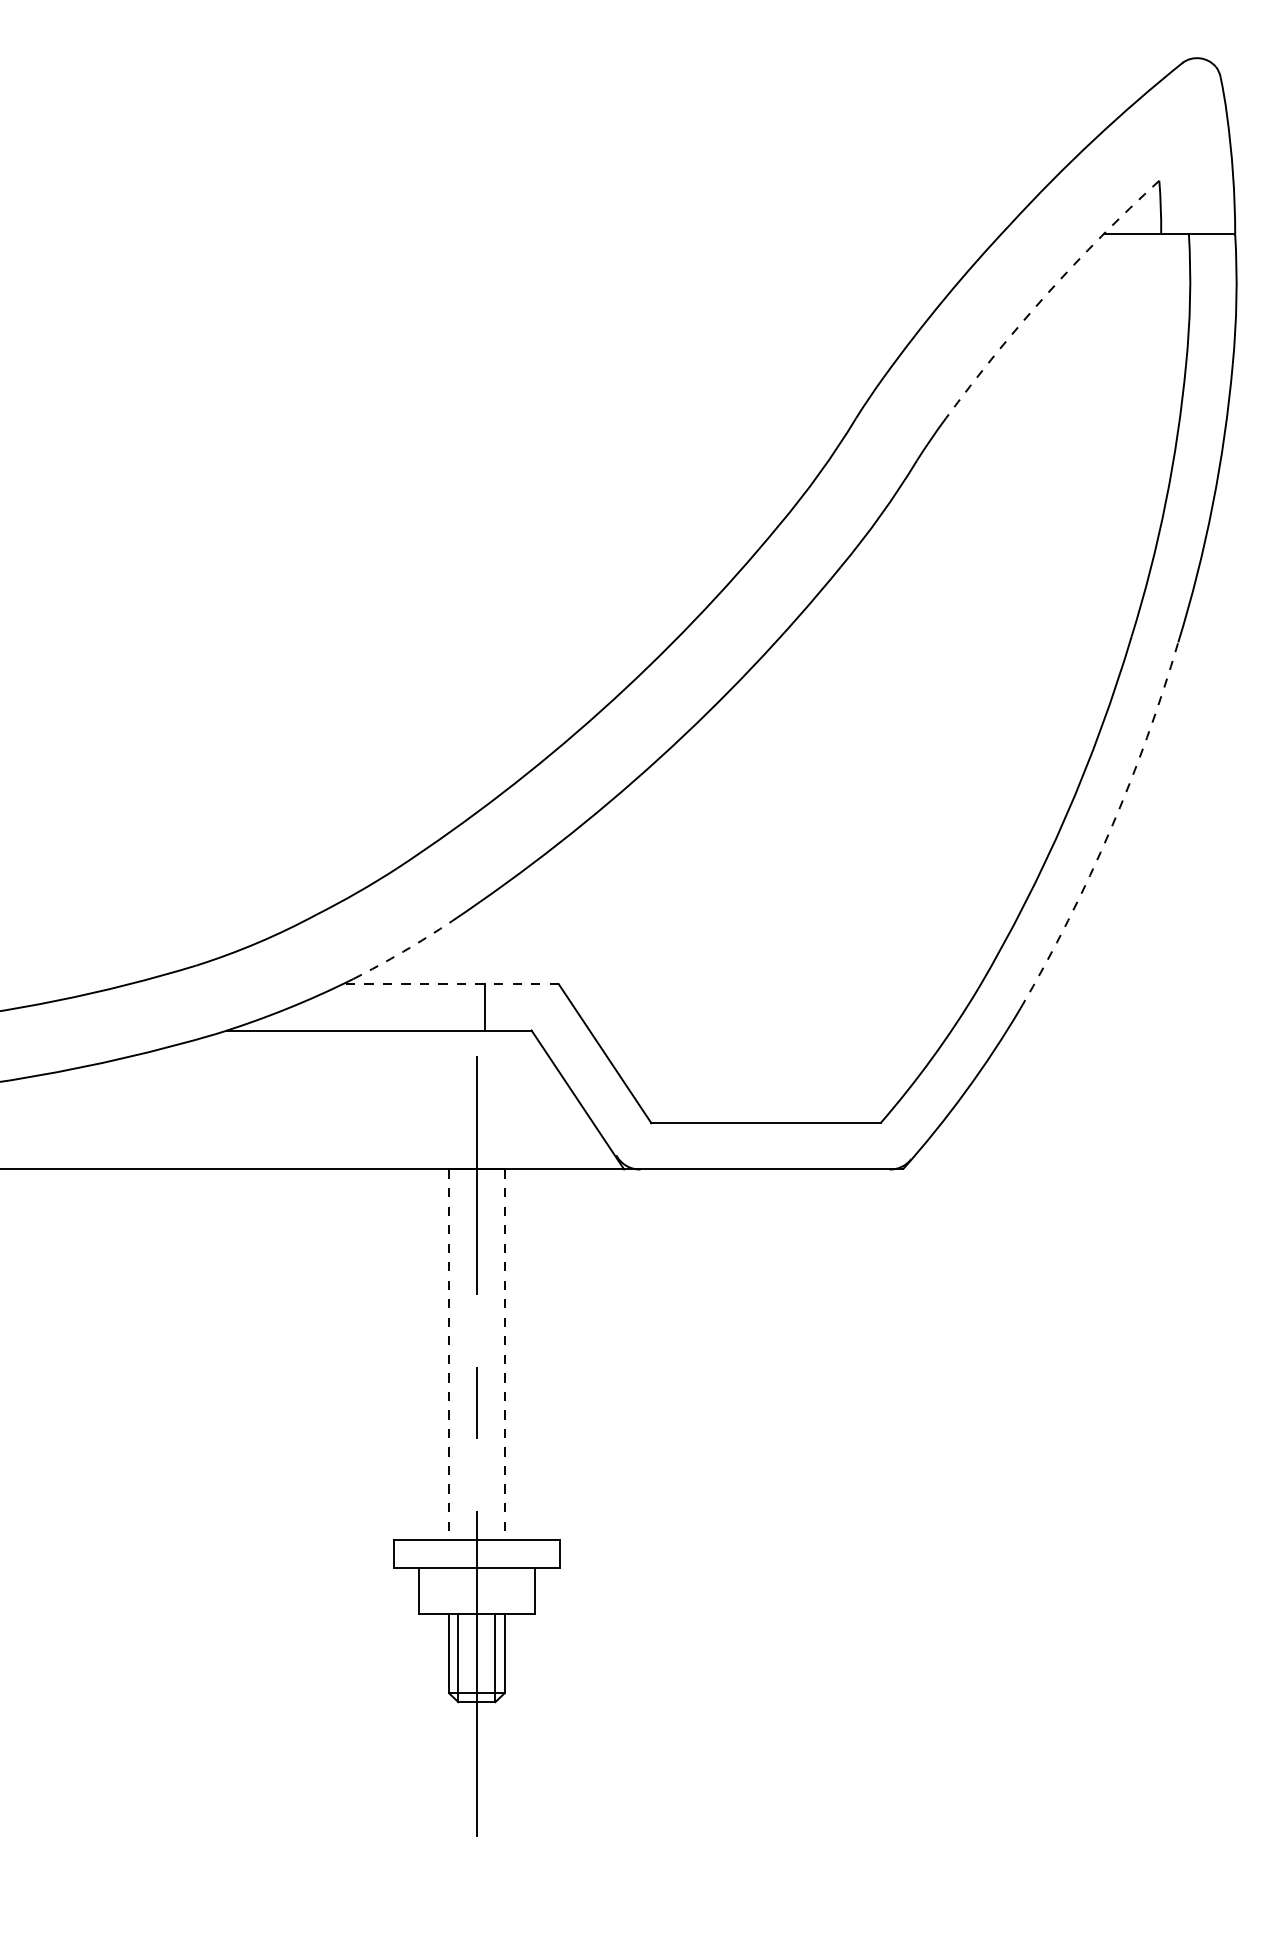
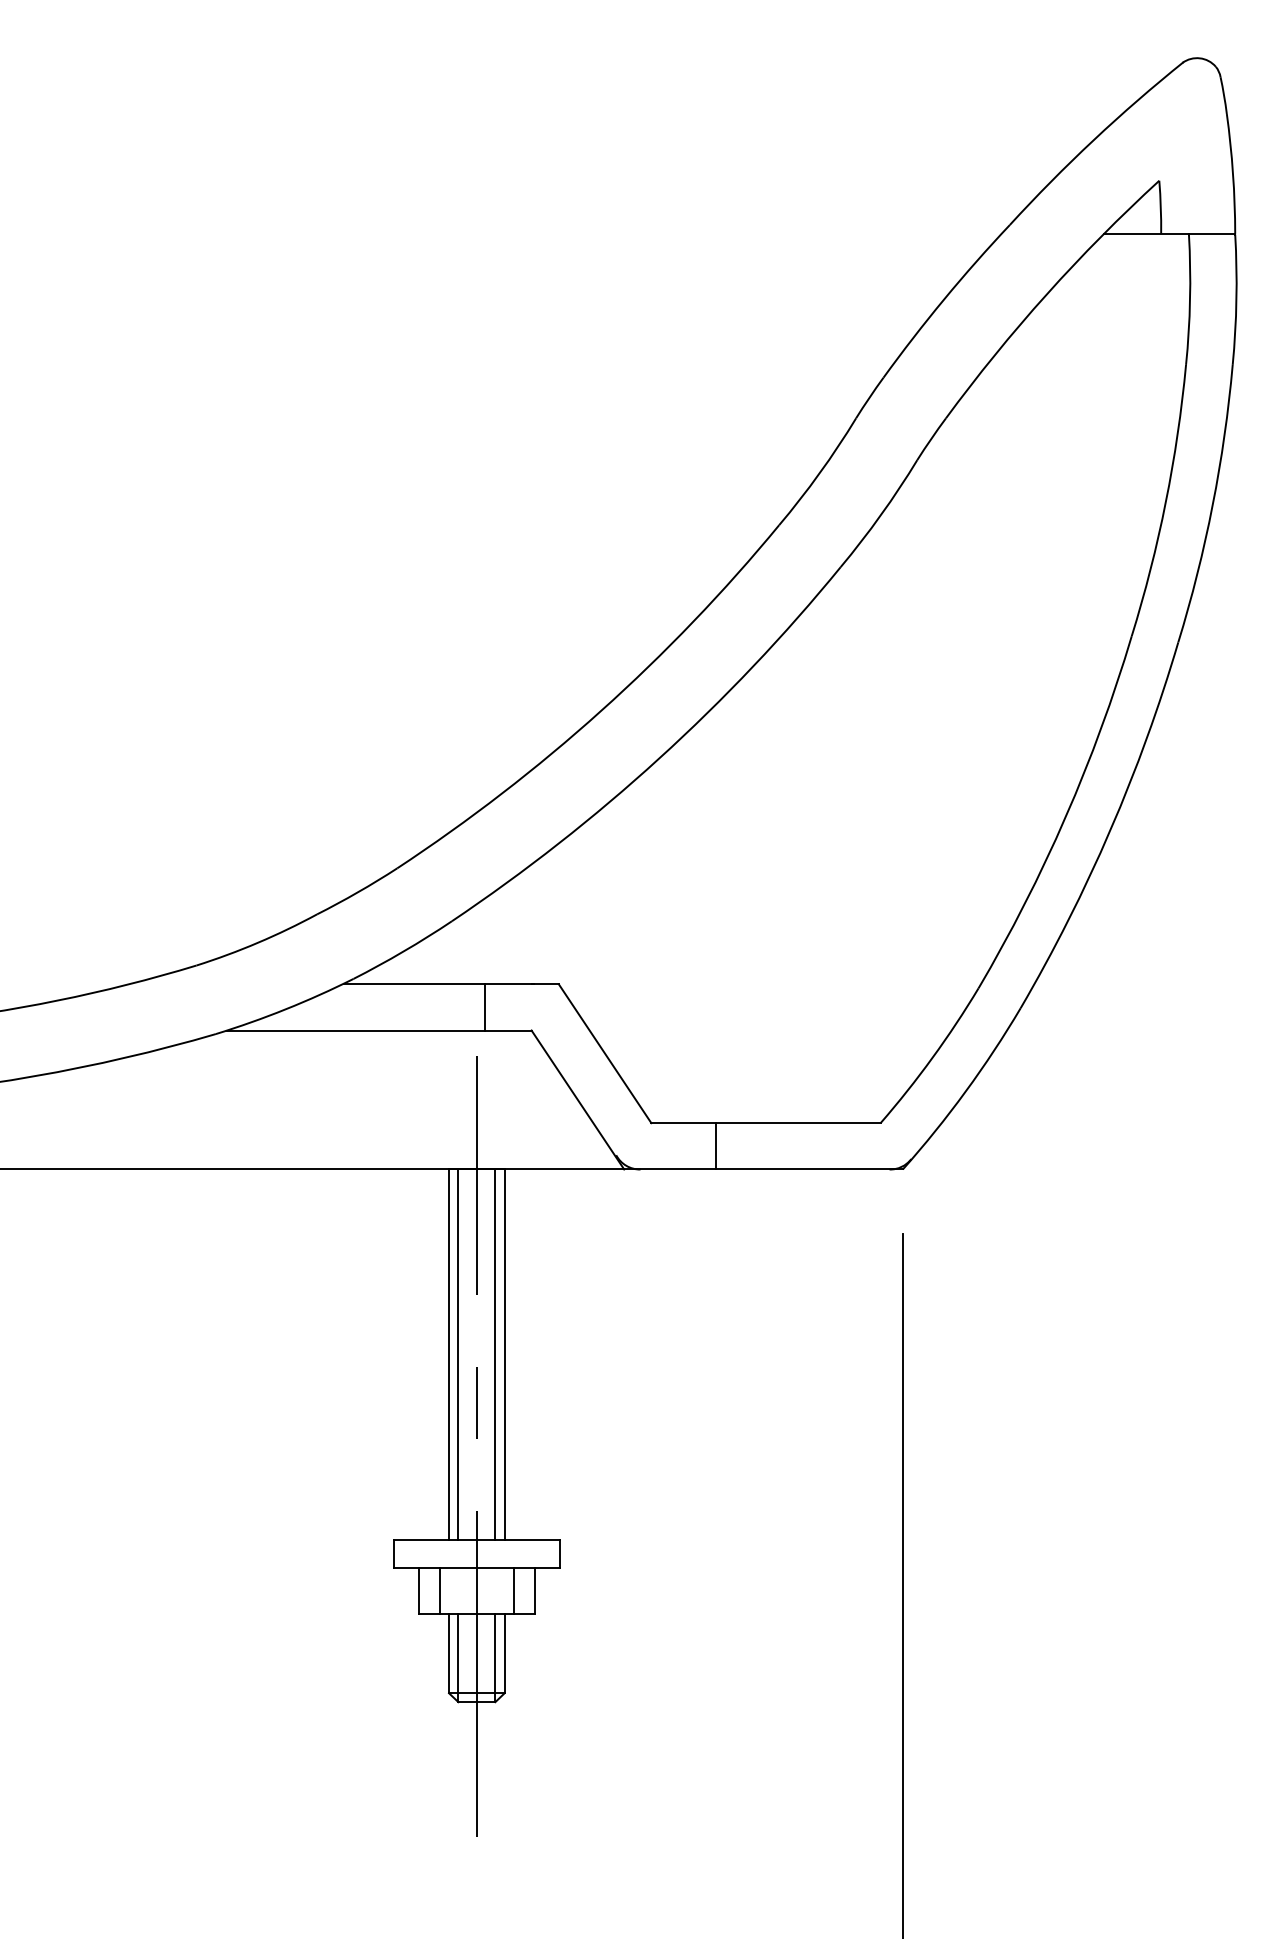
arc at (1046, 294): dashed -> solid
arc at (1110, 830): dashed -> solid
arc at (403, 951): dashed -> solid
line at (450, 984): dashed -> solid
line at (715, 1146): none -> present
line at (458, 1354): none -> present
line at (495, 1354): none -> present
line at (449, 1355): dashed -> solid
line at (504, 1355): dashed -> solid
line at (902, 1584): none -> present
line at (439, 1590): none -> present
line at (513, 1590): none -> present
